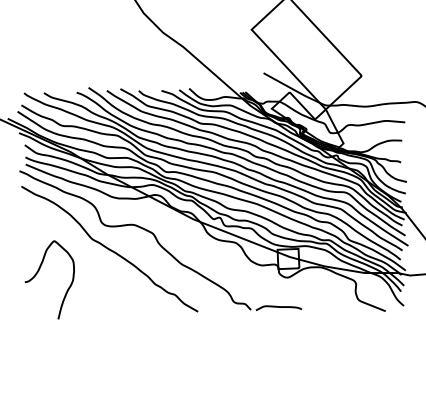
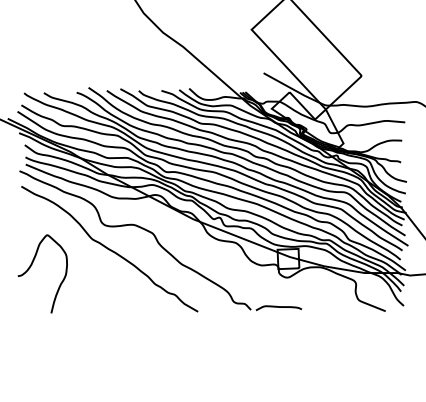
curve at (37, 274) position: (37, 274) -> (30, 268)
